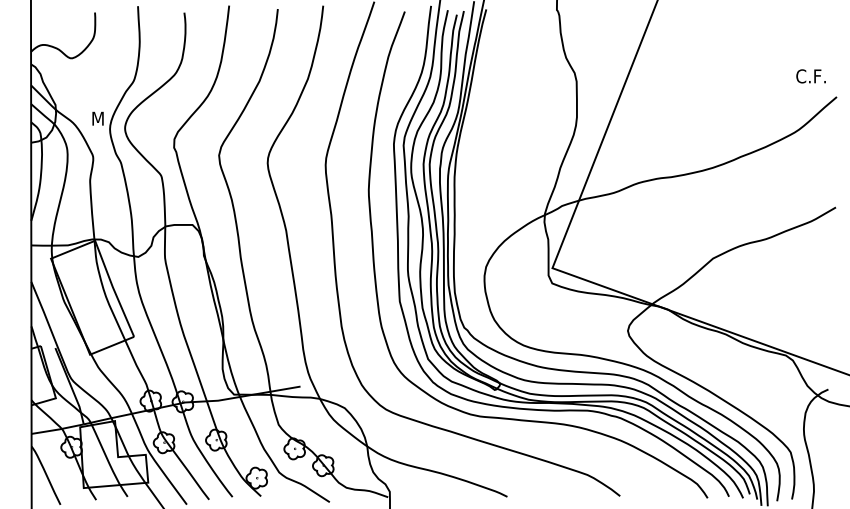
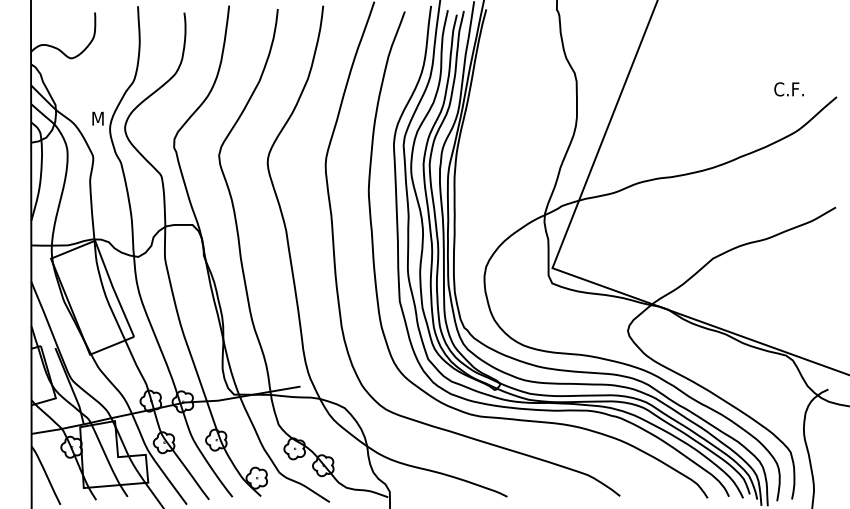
text at (810, 76) position: (810, 76) -> (788, 89)
